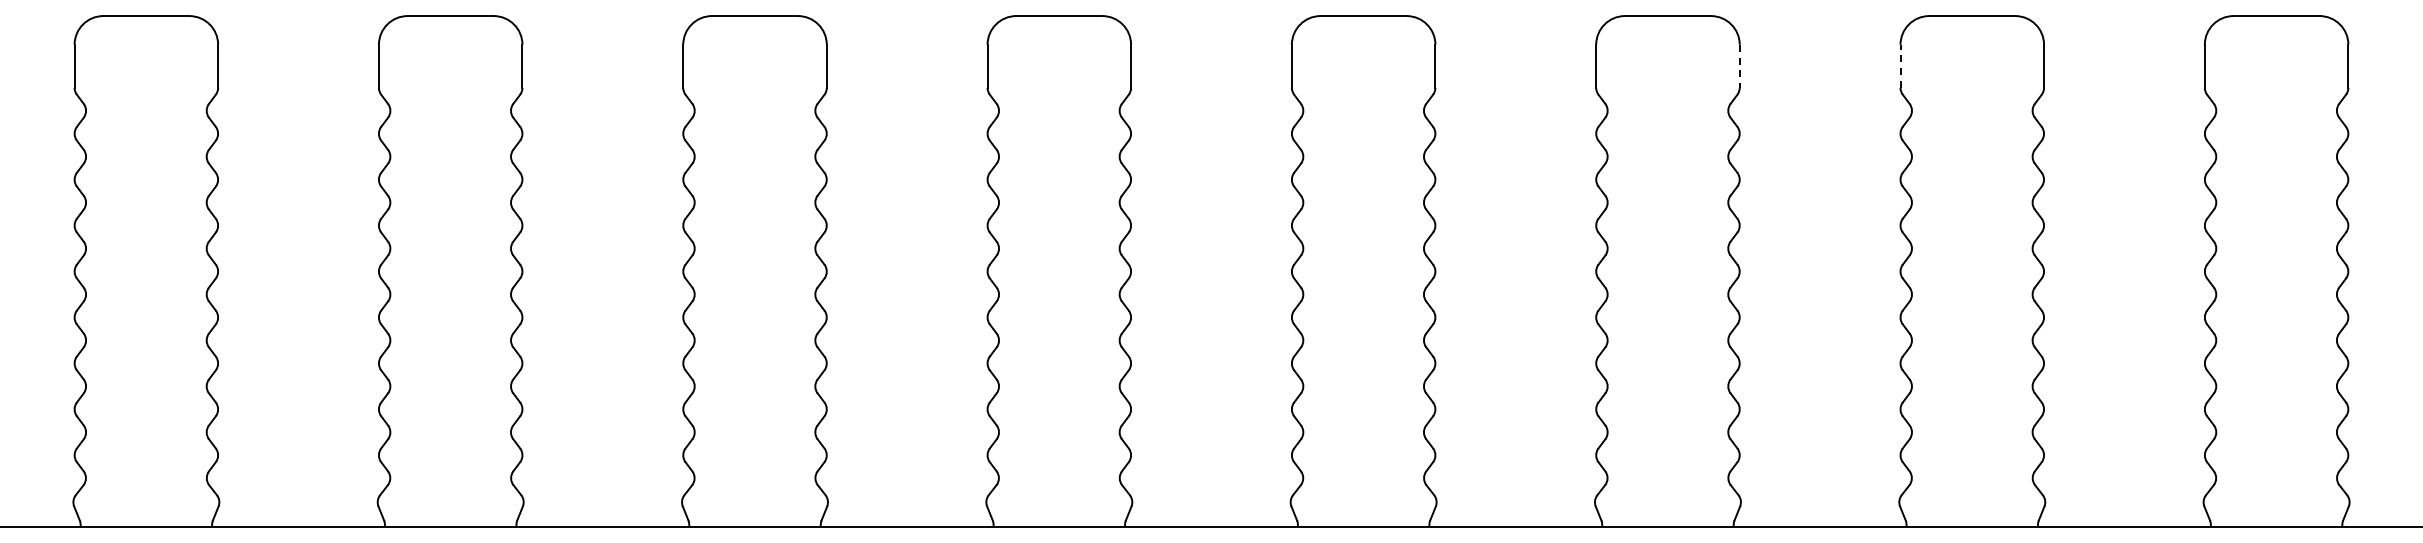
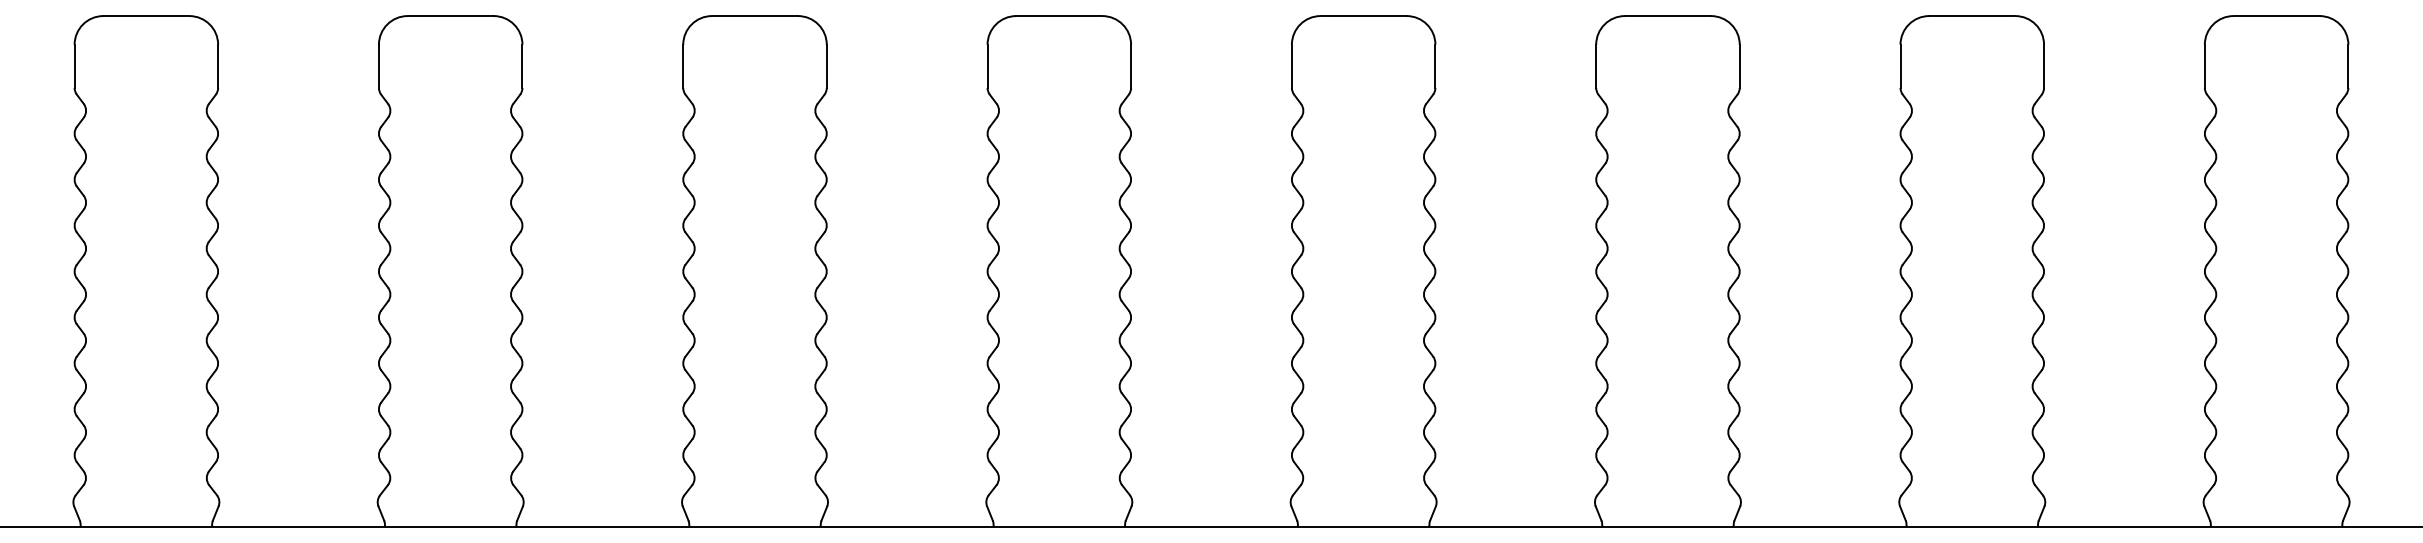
line at (1739, 66): dashed -> solid
line at (1900, 66): dashed -> solid
